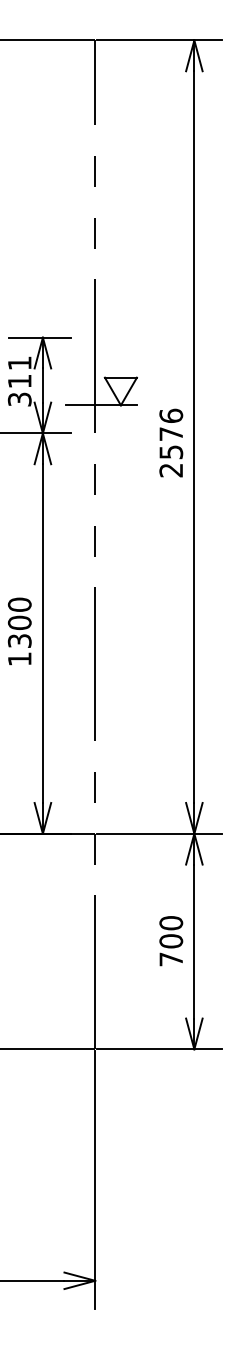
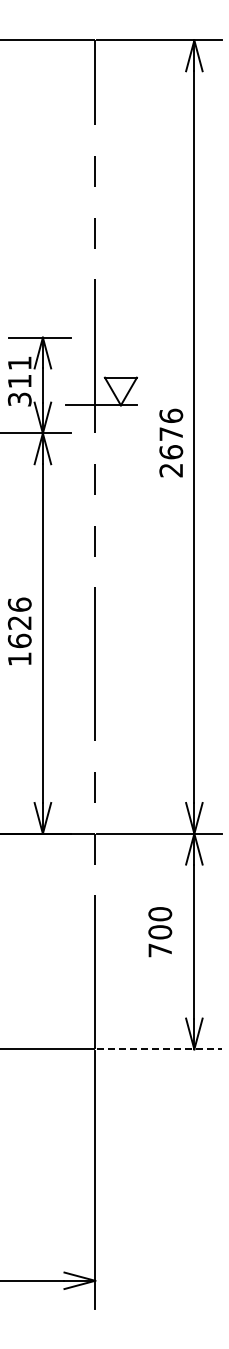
text at (171, 452): 2576 -> 2676
text at (19, 622): 1300 -> 1626
text at (171, 941) position: (171, 941) -> (160, 932)
line at (159, 1049): solid -> dashed
